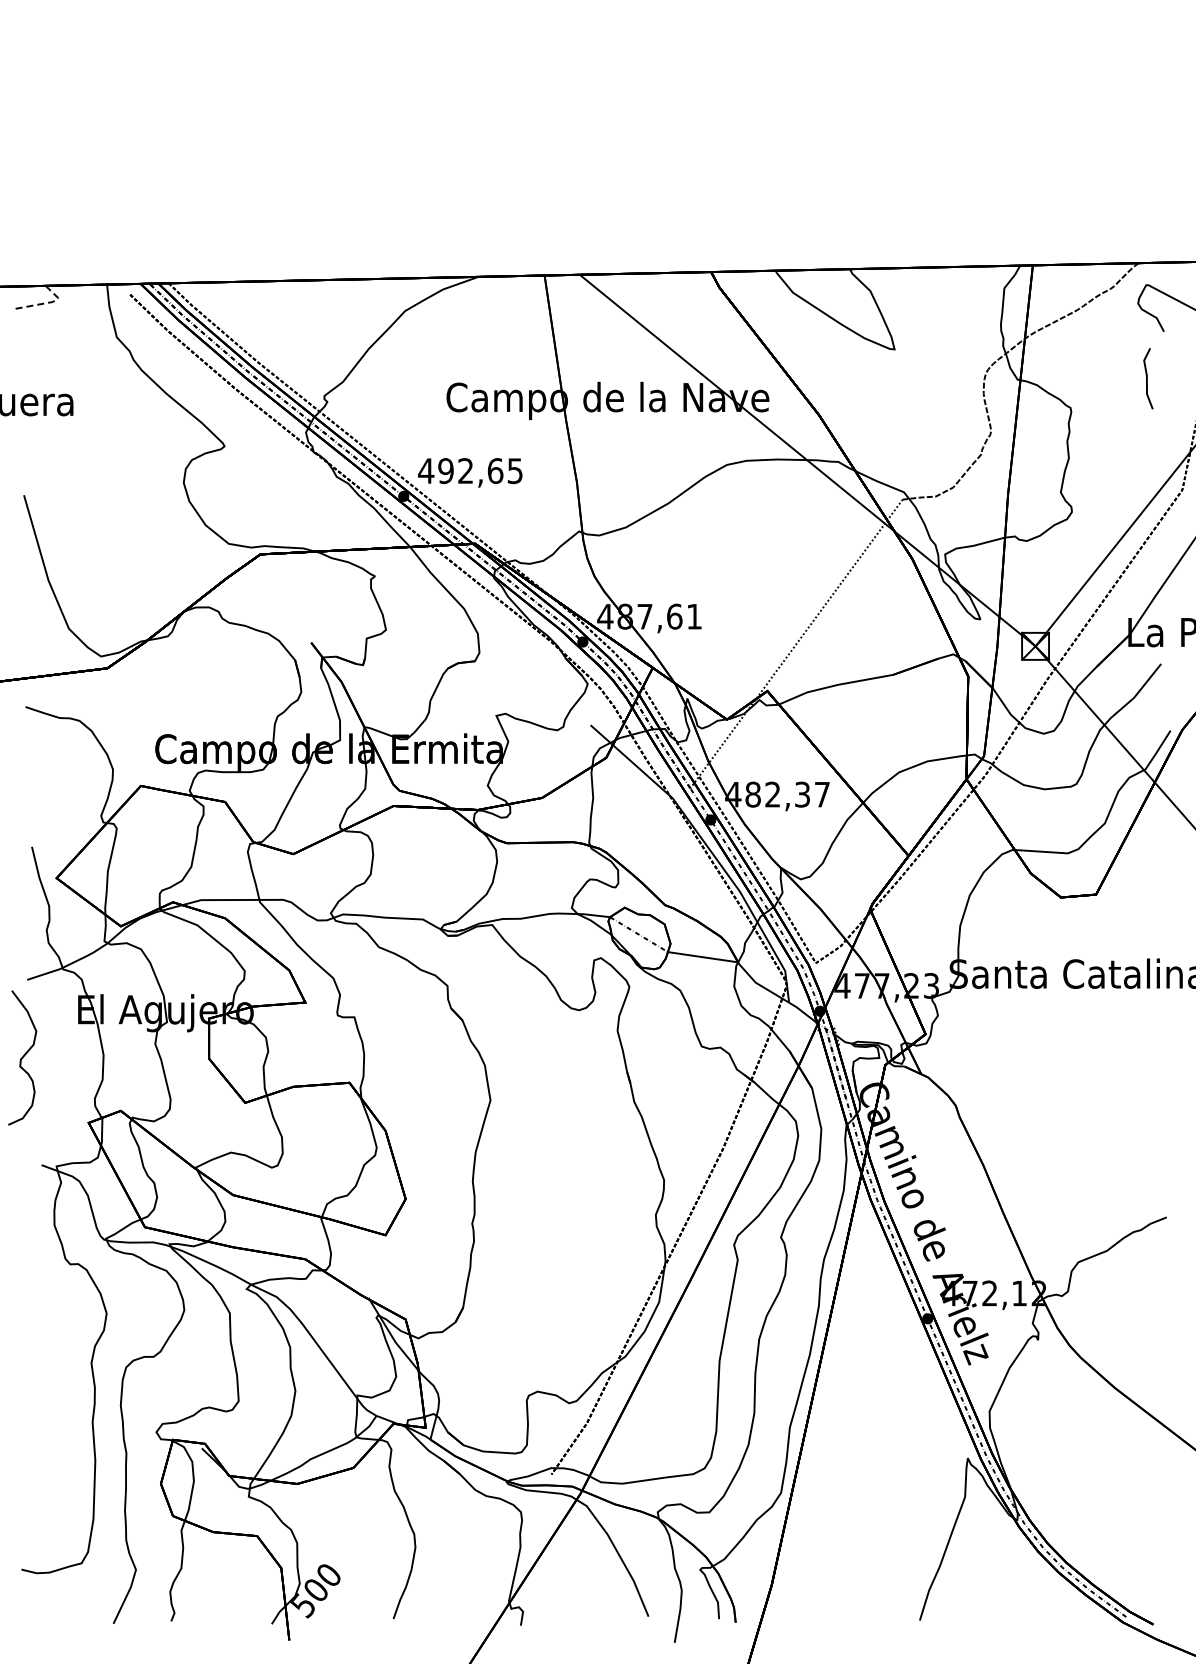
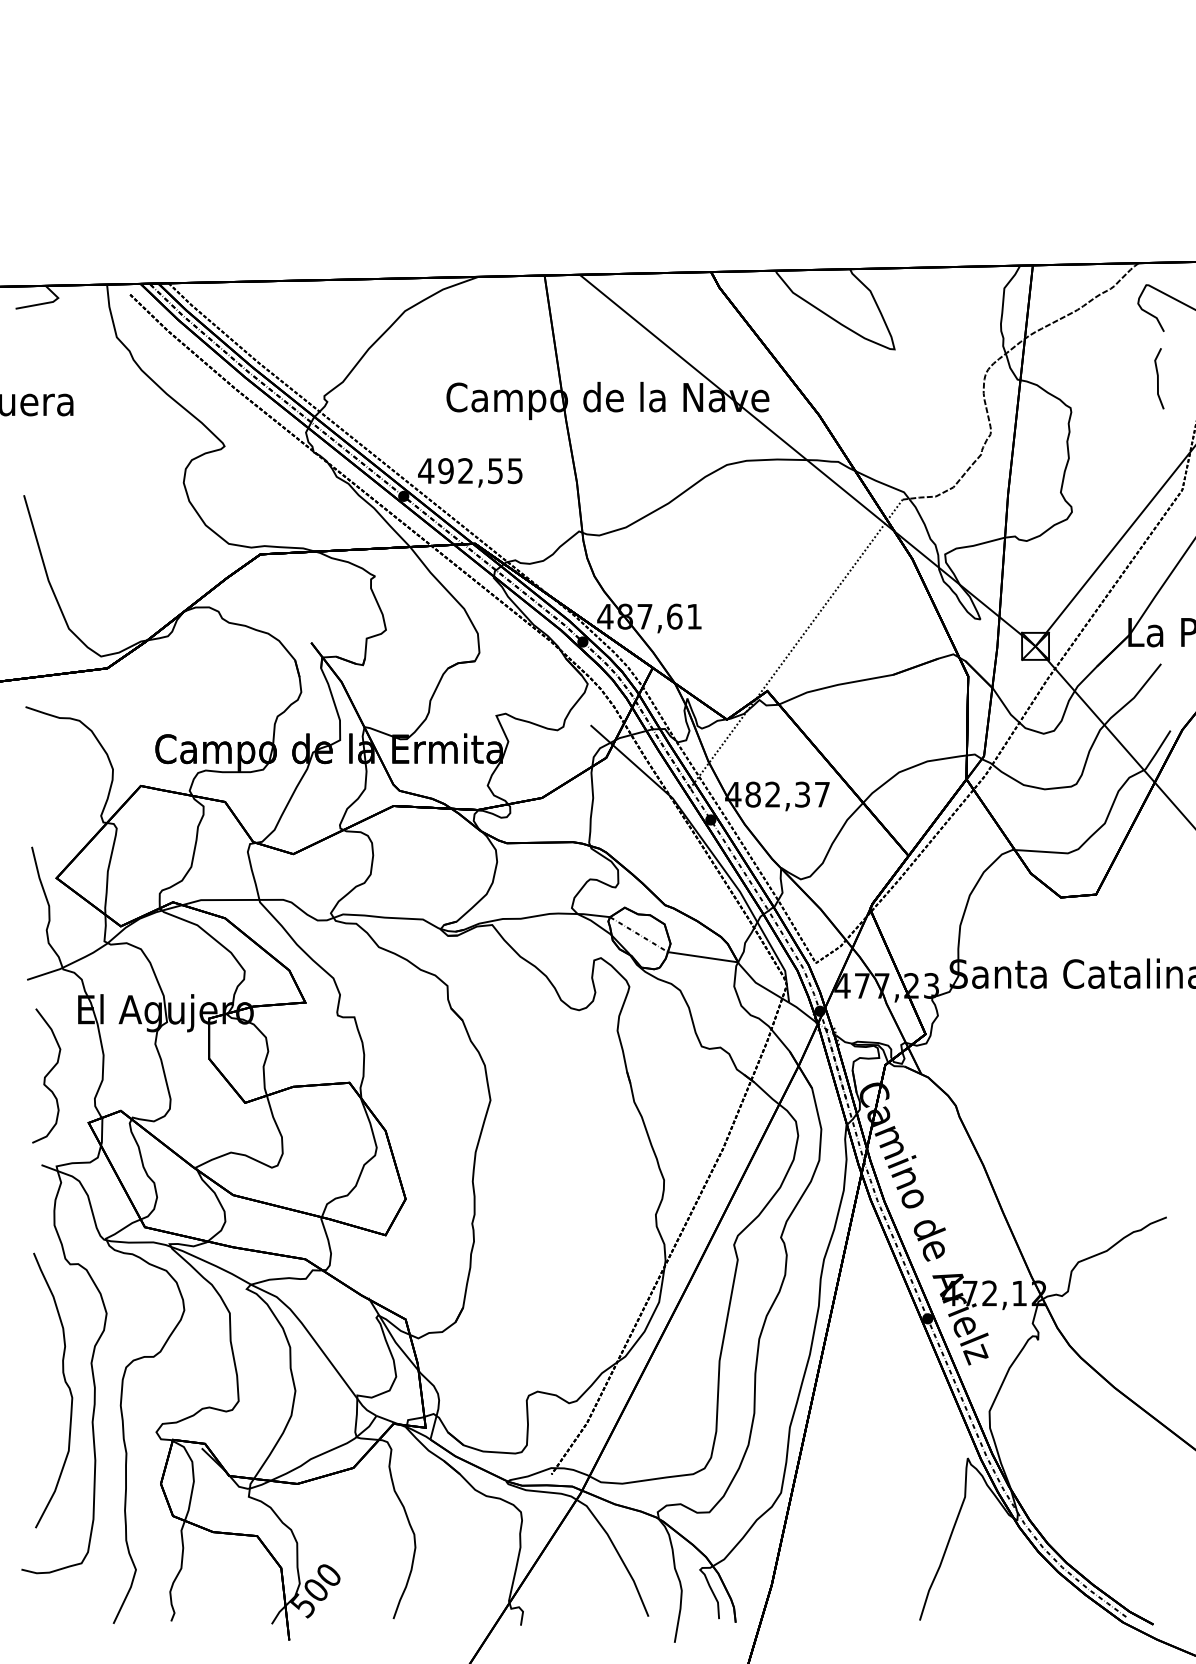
line at (47, 302): dashed -> solid
line at (1147, 378) position: (1147, 378) -> (1158, 378)
text at (495, 471): 492,65 -> 492,55
curve at (22, 1057) position: (22, 1057) -> (46, 1075)
curve at (64, 1382): none -> present
